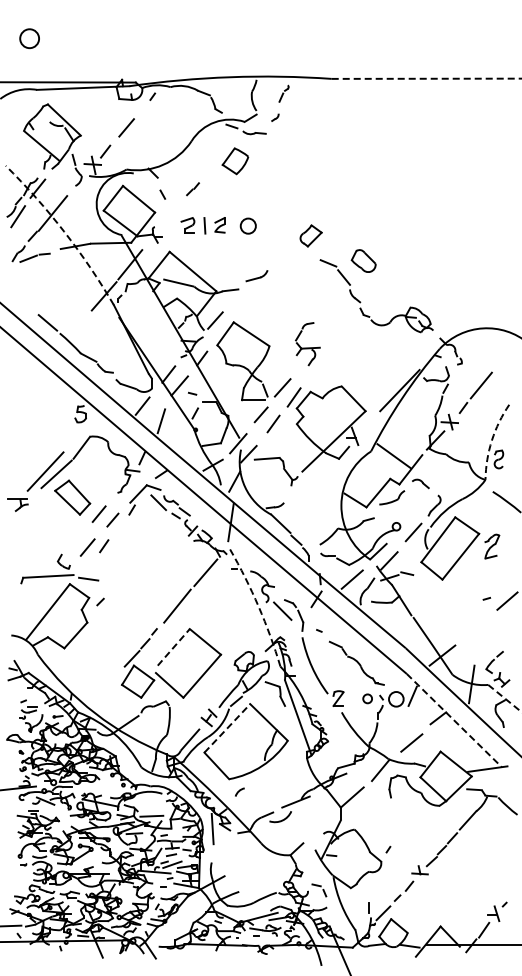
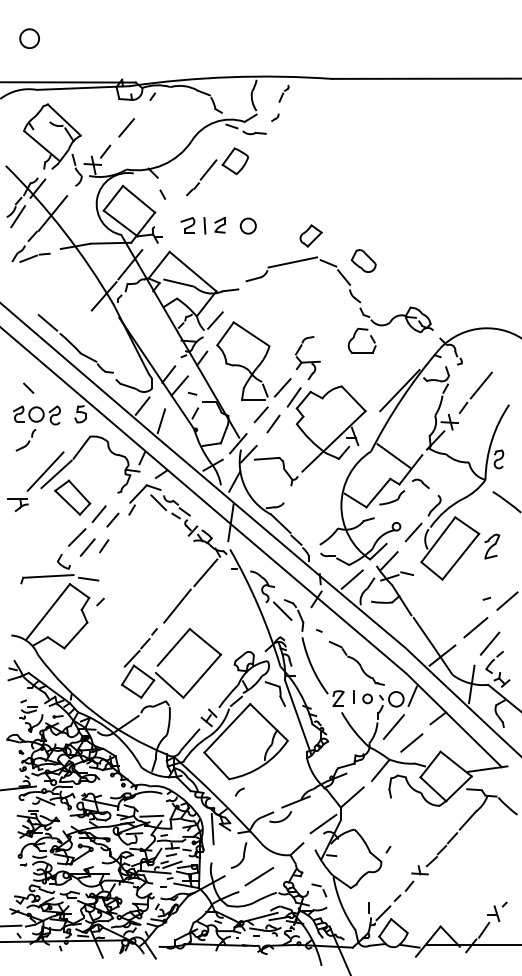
line at (426, 78): dashed -> solid
line at (208, 169): none -> present
arc at (64, 231): dashed -> solid
line at (292, 262): none -> present
part at (354, 337): none -> present
part at (307, 344) position: (307, 344) -> (307, 358)
line at (28, 387): none -> present
part at (36, 428): none -> present
arc at (491, 440): dashed -> solid
line at (76, 537): none -> present
arc at (258, 606): dashed -> solid
line at (475, 627): none -> present
line at (489, 643): none -> present
line at (174, 647): dashed -> solid
line at (353, 696): none -> present
line at (505, 698): dashed -> solid
line at (454, 720): dashed -> solid
line at (393, 726): none -> present
line at (227, 728): dashed -> solid
line at (323, 823): none -> present
part at (239, 855): none -> present
line at (259, 876): none -> present
